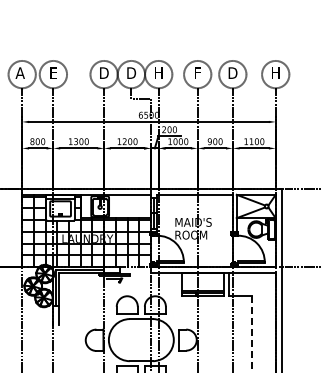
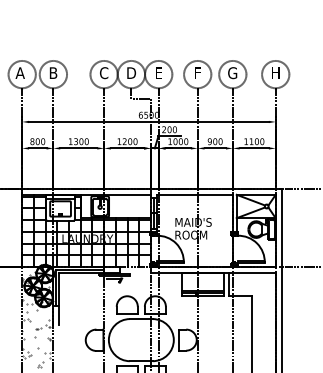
text at (53, 72): E -> B
text at (158, 72): H -> E
text at (104, 73): D -> C
text at (232, 73): D -> G
hatch at (37, 319): none -> present
line at (252, 335): dashed -> solid
